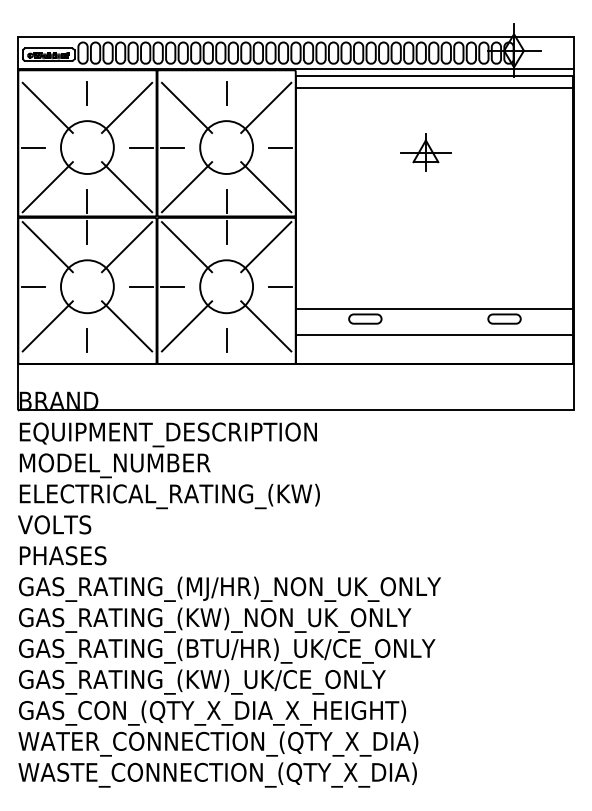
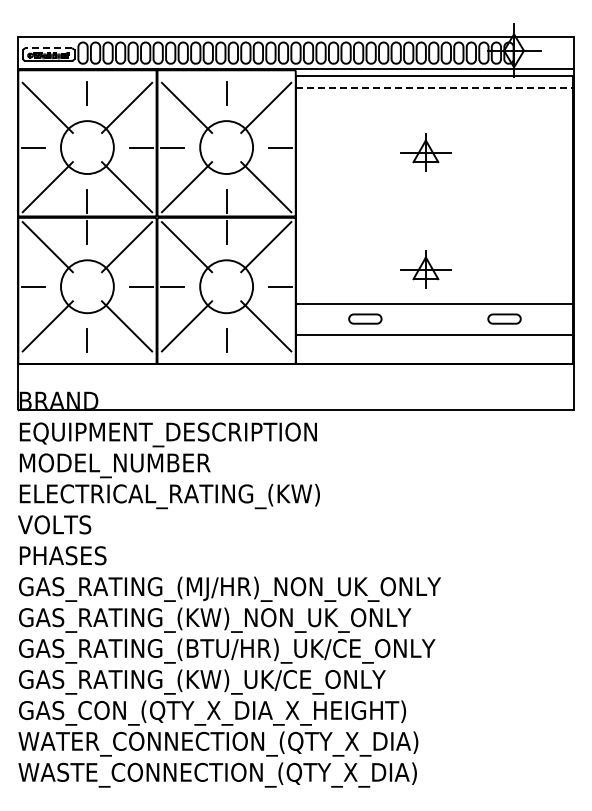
line at (48, 48): solid -> dashed
line at (435, 88): solid -> dashed
part at (425, 269): none -> present
line at (434, 309) position: (434, 309) -> (434, 304)
